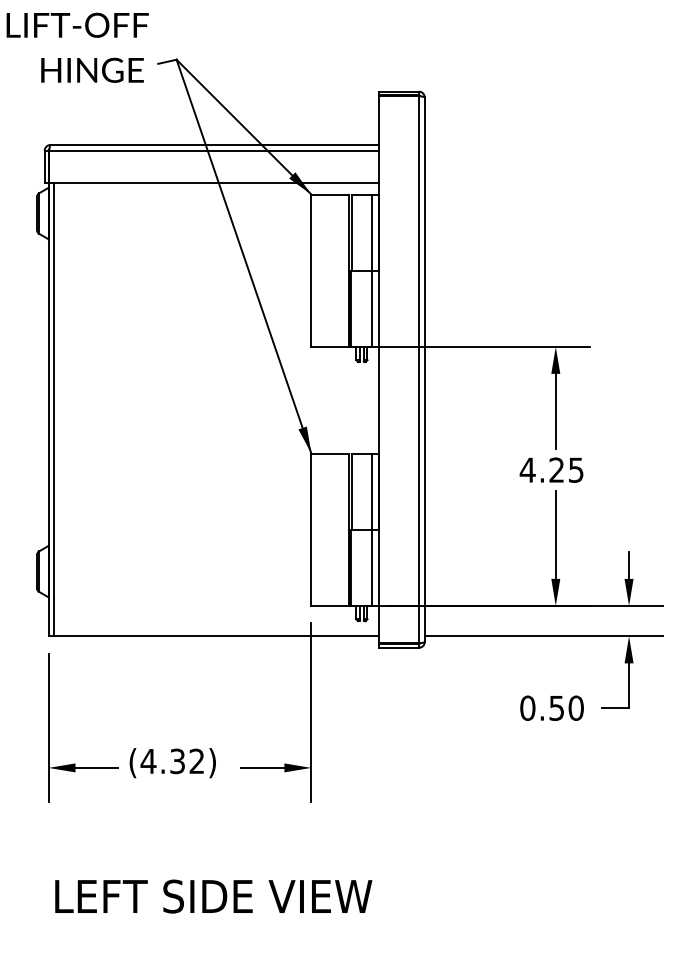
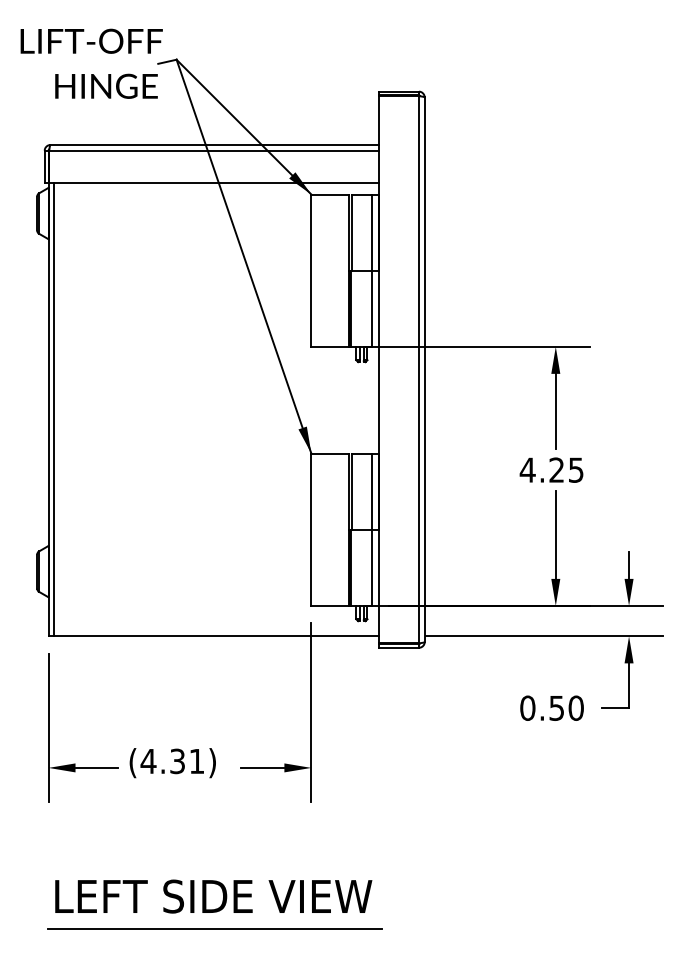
text at (77, 47) position: (77, 47) -> (91, 63)
text at (196, 760): (4.32) -> (4.31)
line at (214, 929): none -> present
